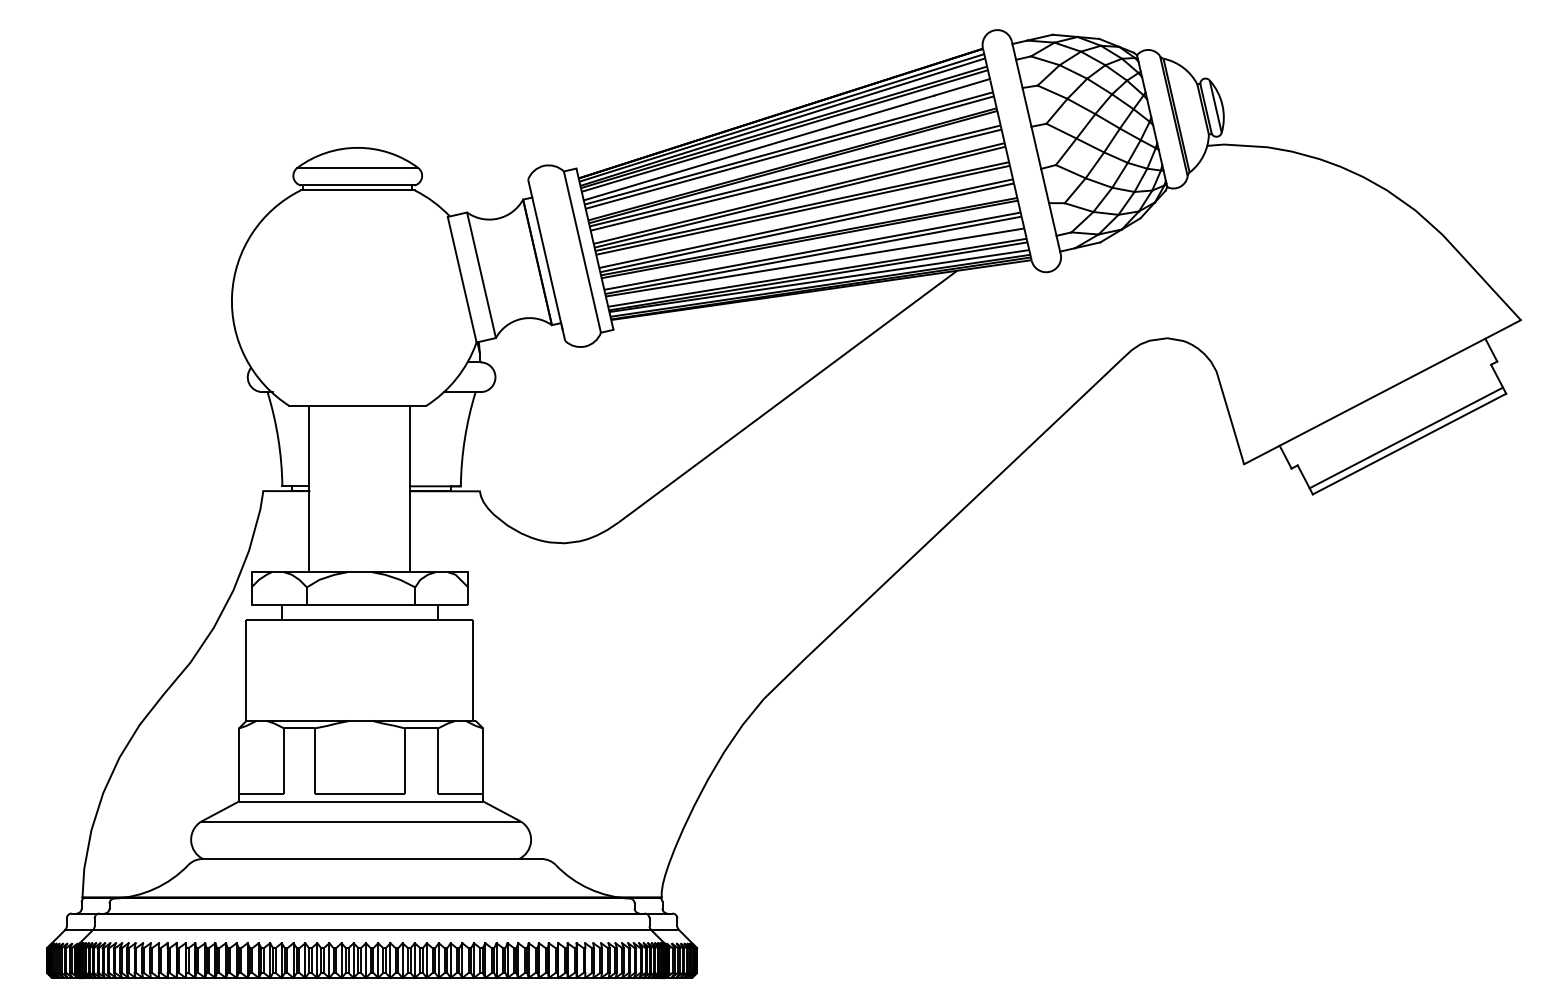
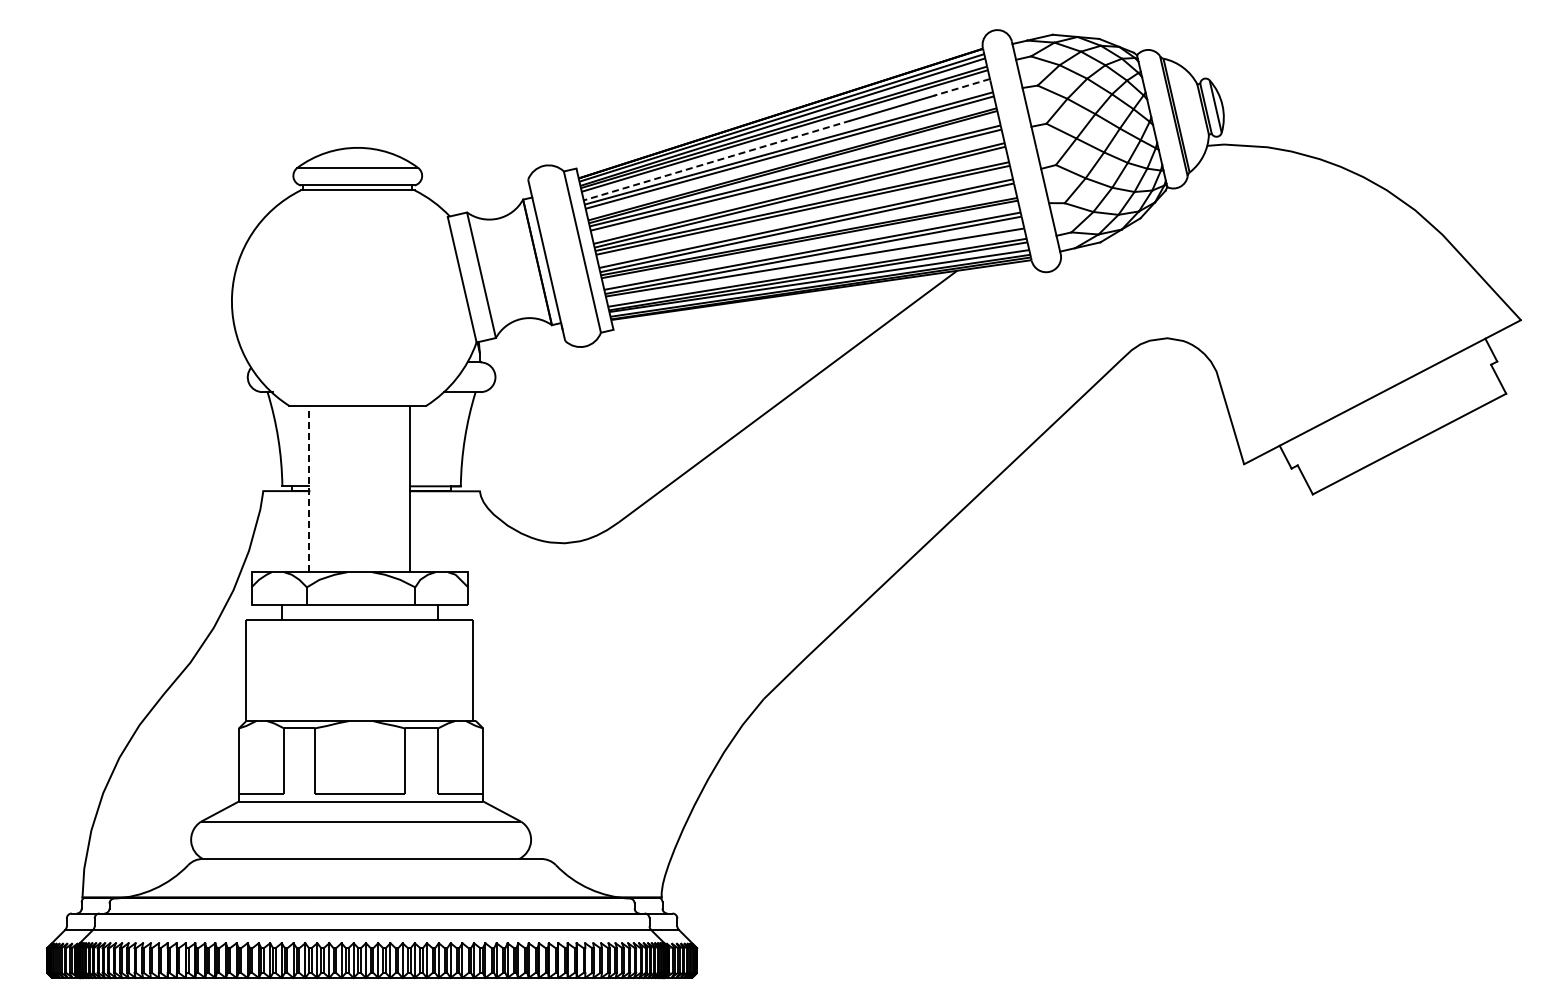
line at (961, 87): solid -> dashed
line at (716, 160): solid -> dashed
line at (1406, 437): present -> none
line at (309, 488): solid -> dashed
